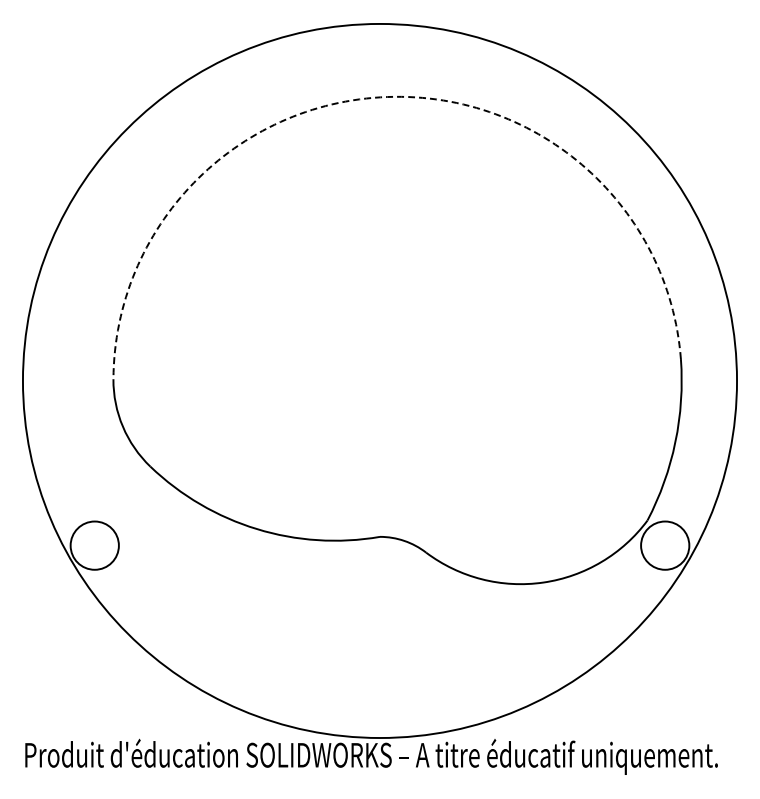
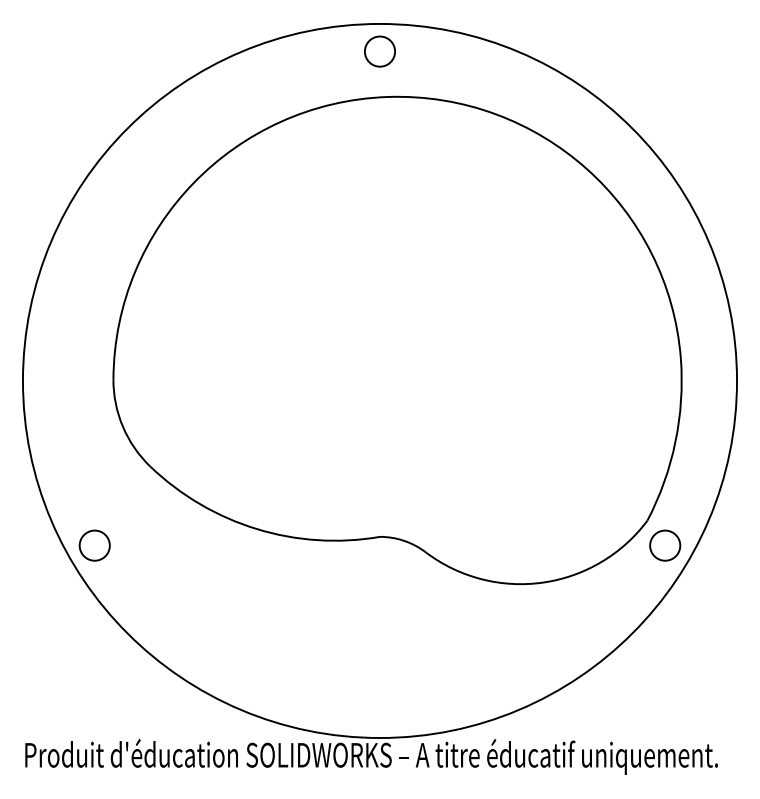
circle at (379, 51): none -> present
arc at (387, 97): dashed -> solid
circle at (94, 545) diameter: 48 px -> 30 px
circle at (665, 545) diameter: 48 px -> 30 px
